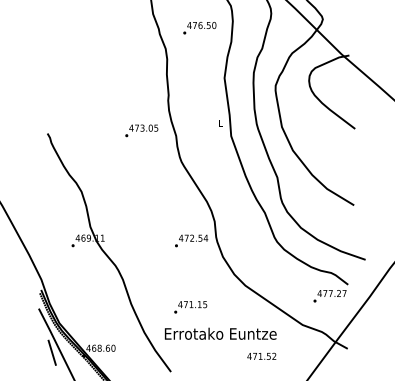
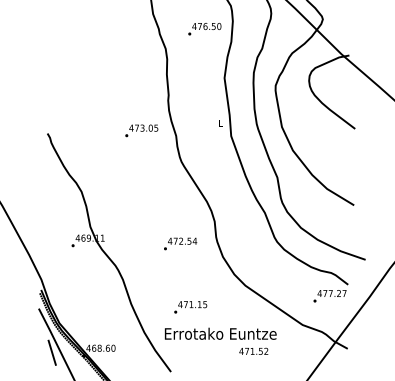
text at (199, 28) position: (199, 28) -> (204, 29)
text at (191, 240) position: (191, 240) -> (180, 243)
text at (261, 355) position: (261, 355) -> (253, 350)
